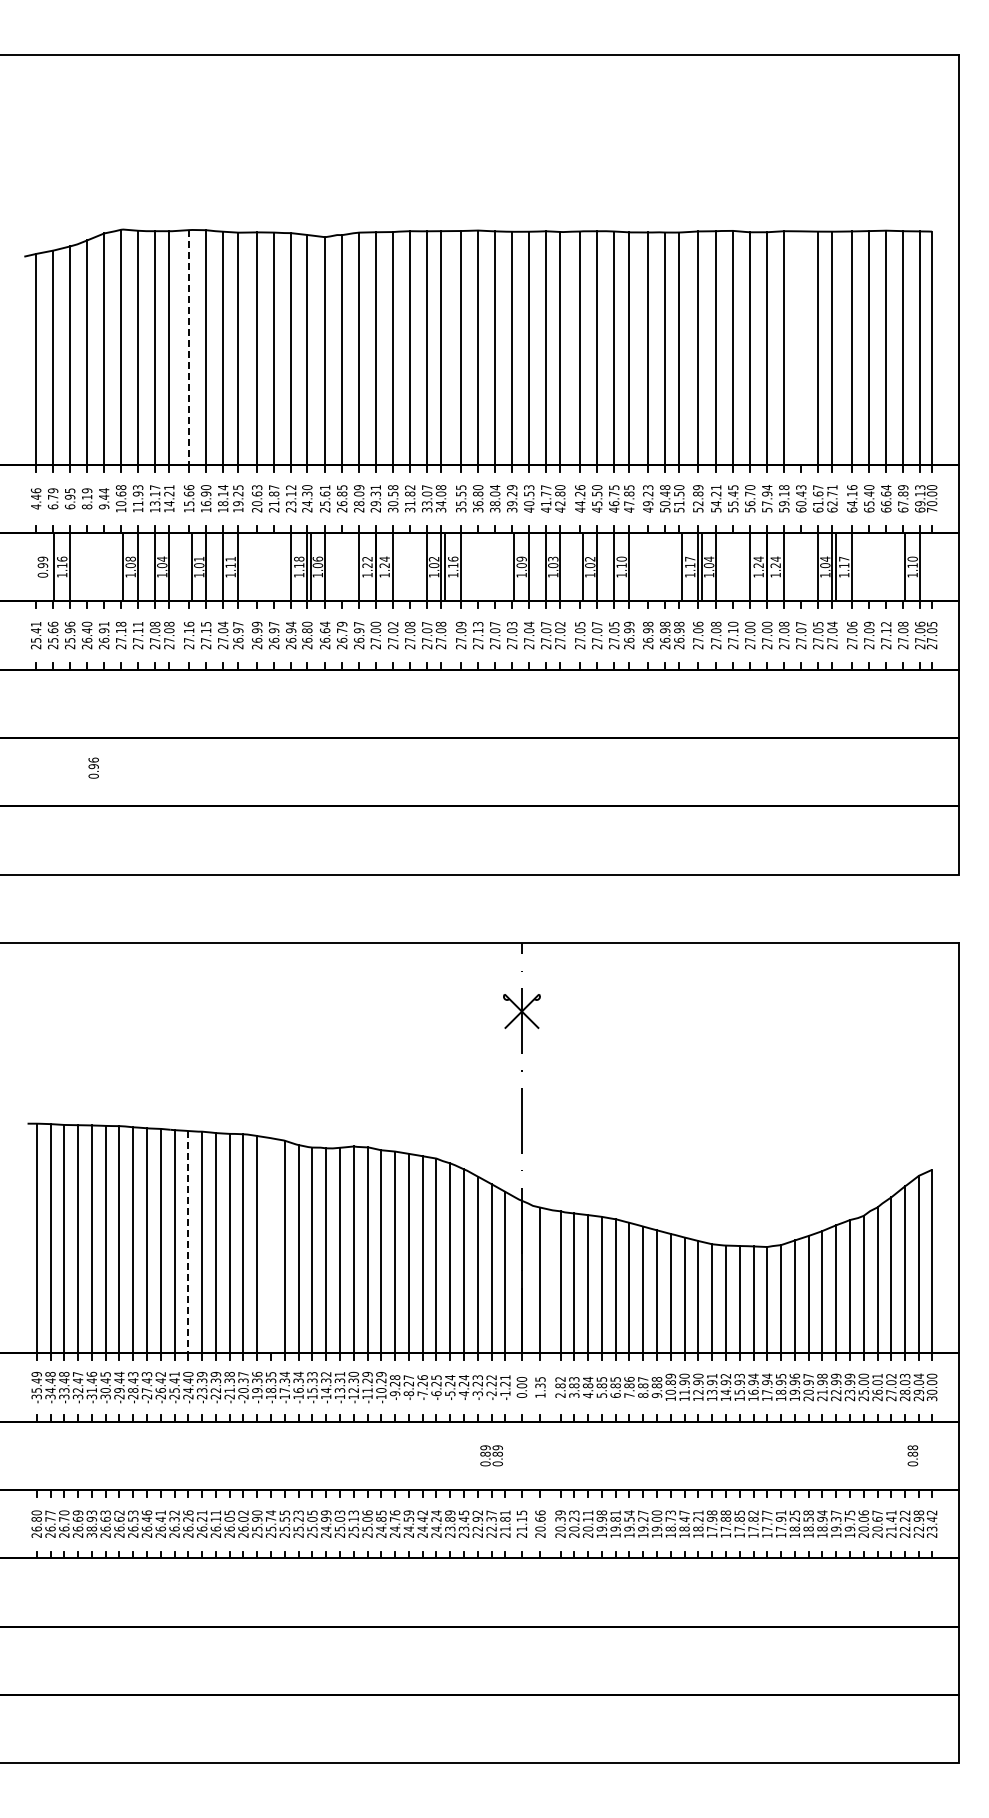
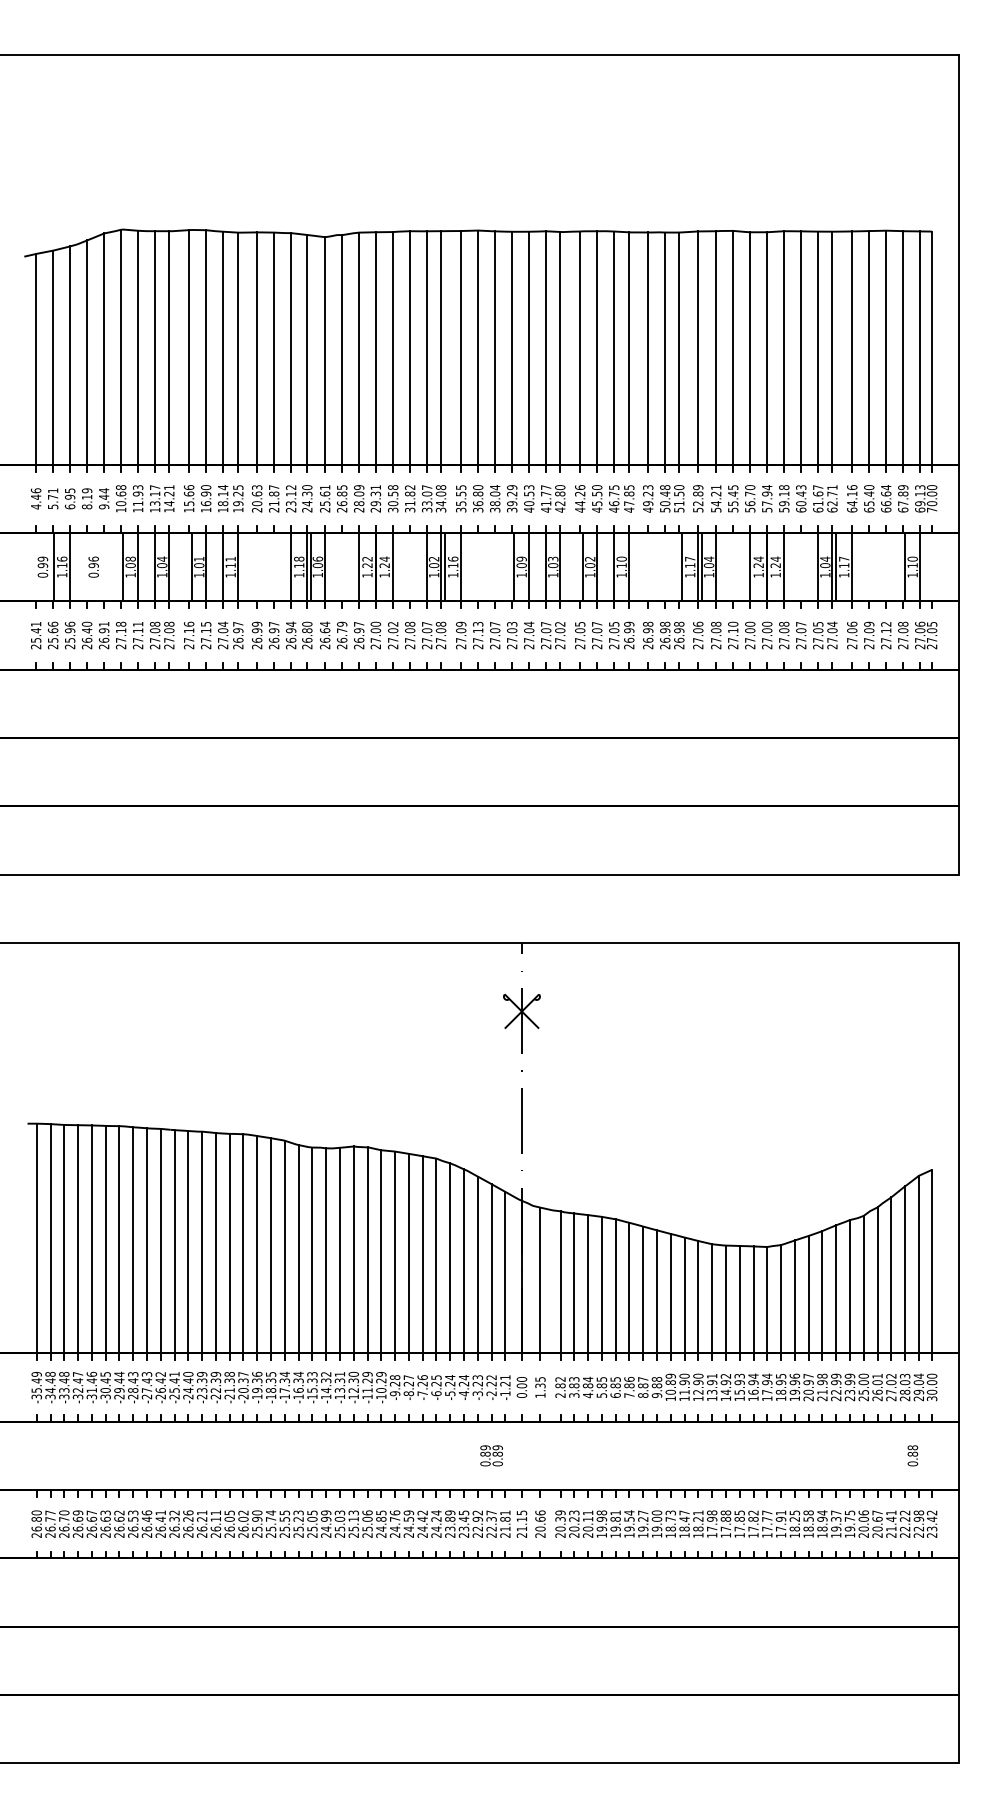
line at (189, 347): dashed -> solid
line at (801, 347): none -> present
text at (52, 498): 6.79 -> 5.71
text at (93, 767) position: (93, 767) -> (93, 566)
line at (188, 1242): dashed -> solid
line at (271, 1245): none -> present
text at (91, 1523): 38.93 -> 26.67
